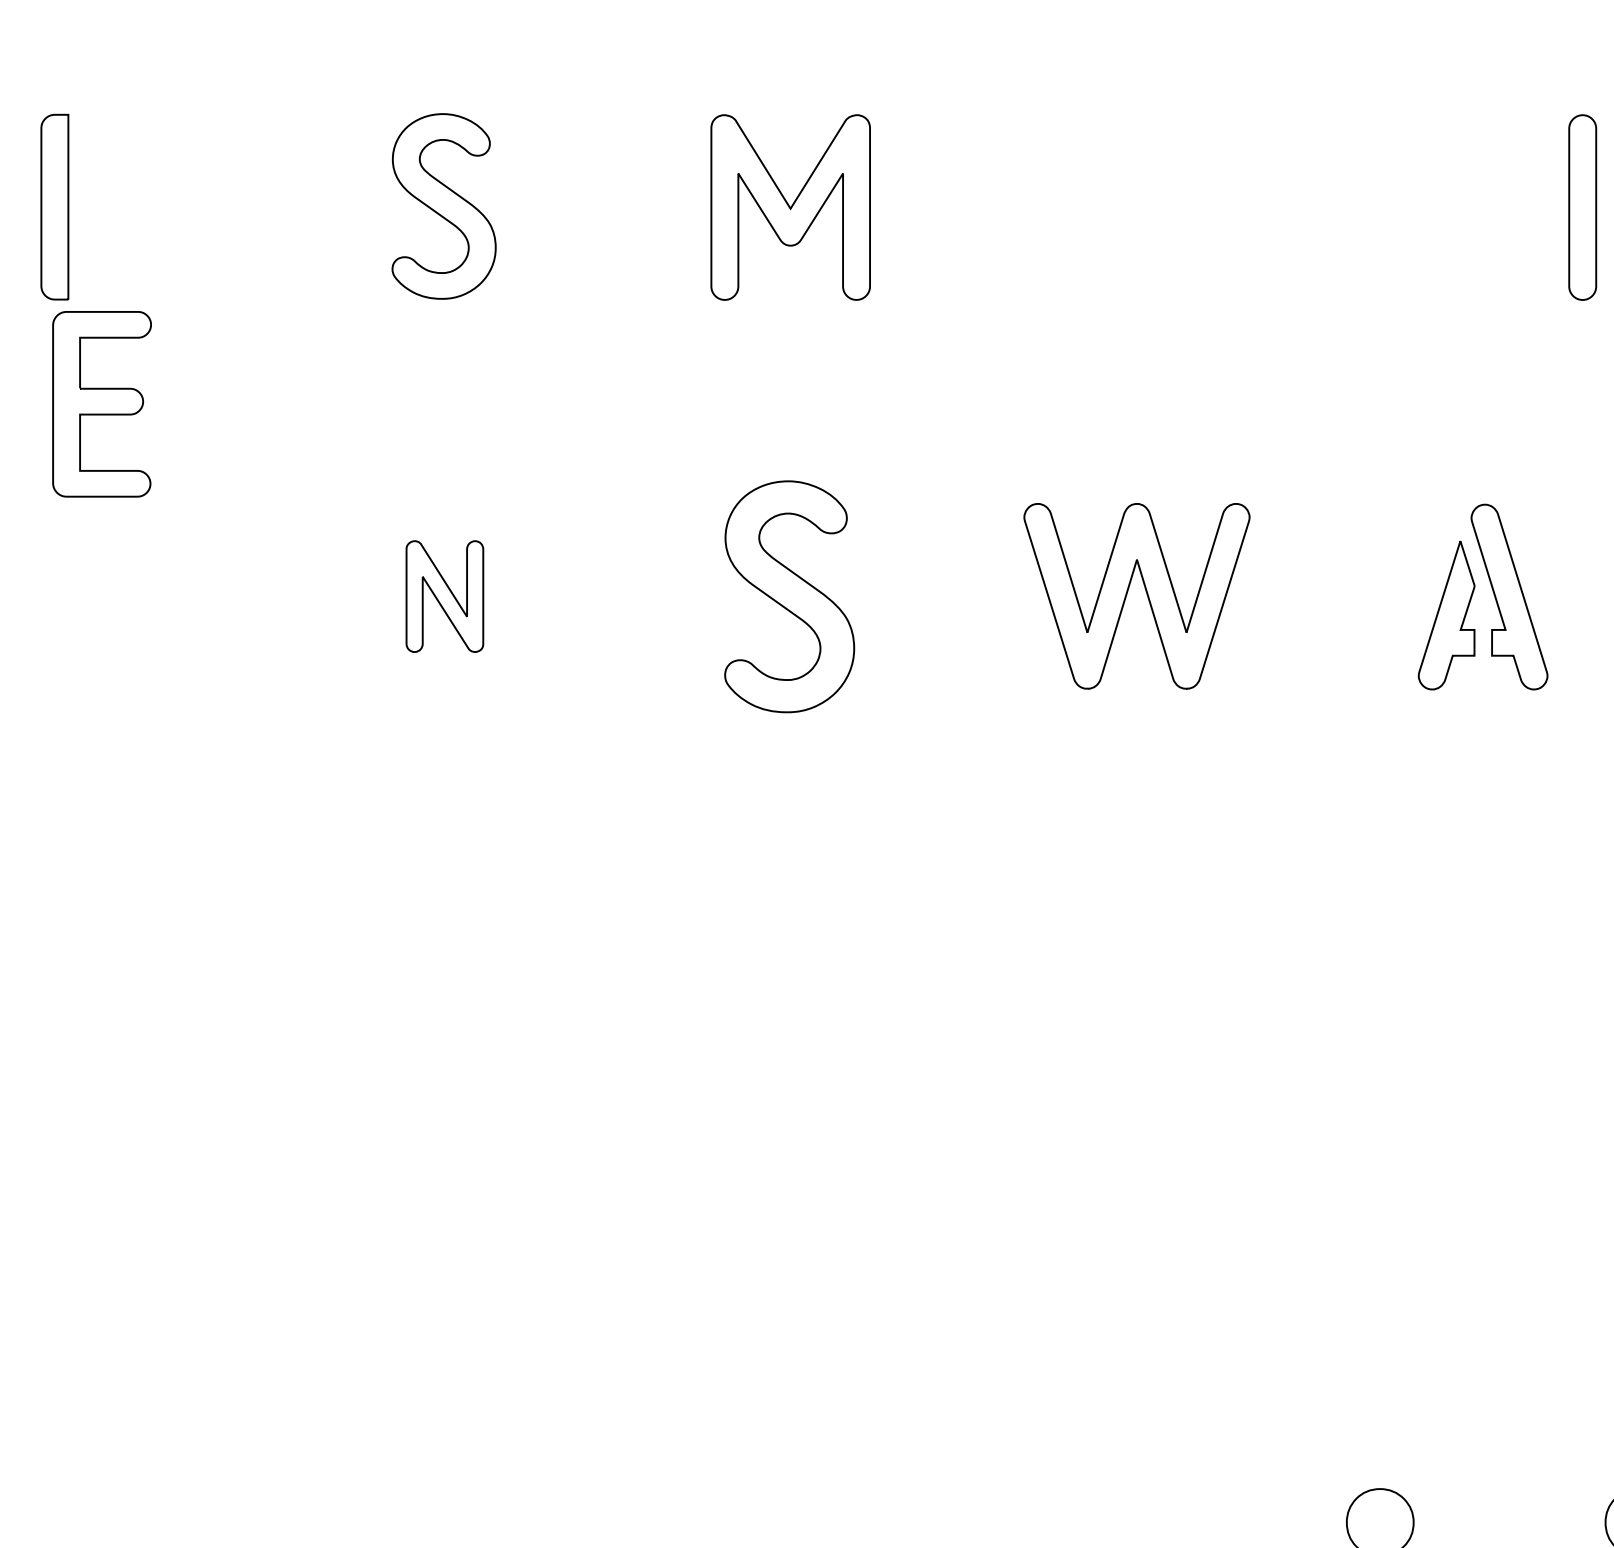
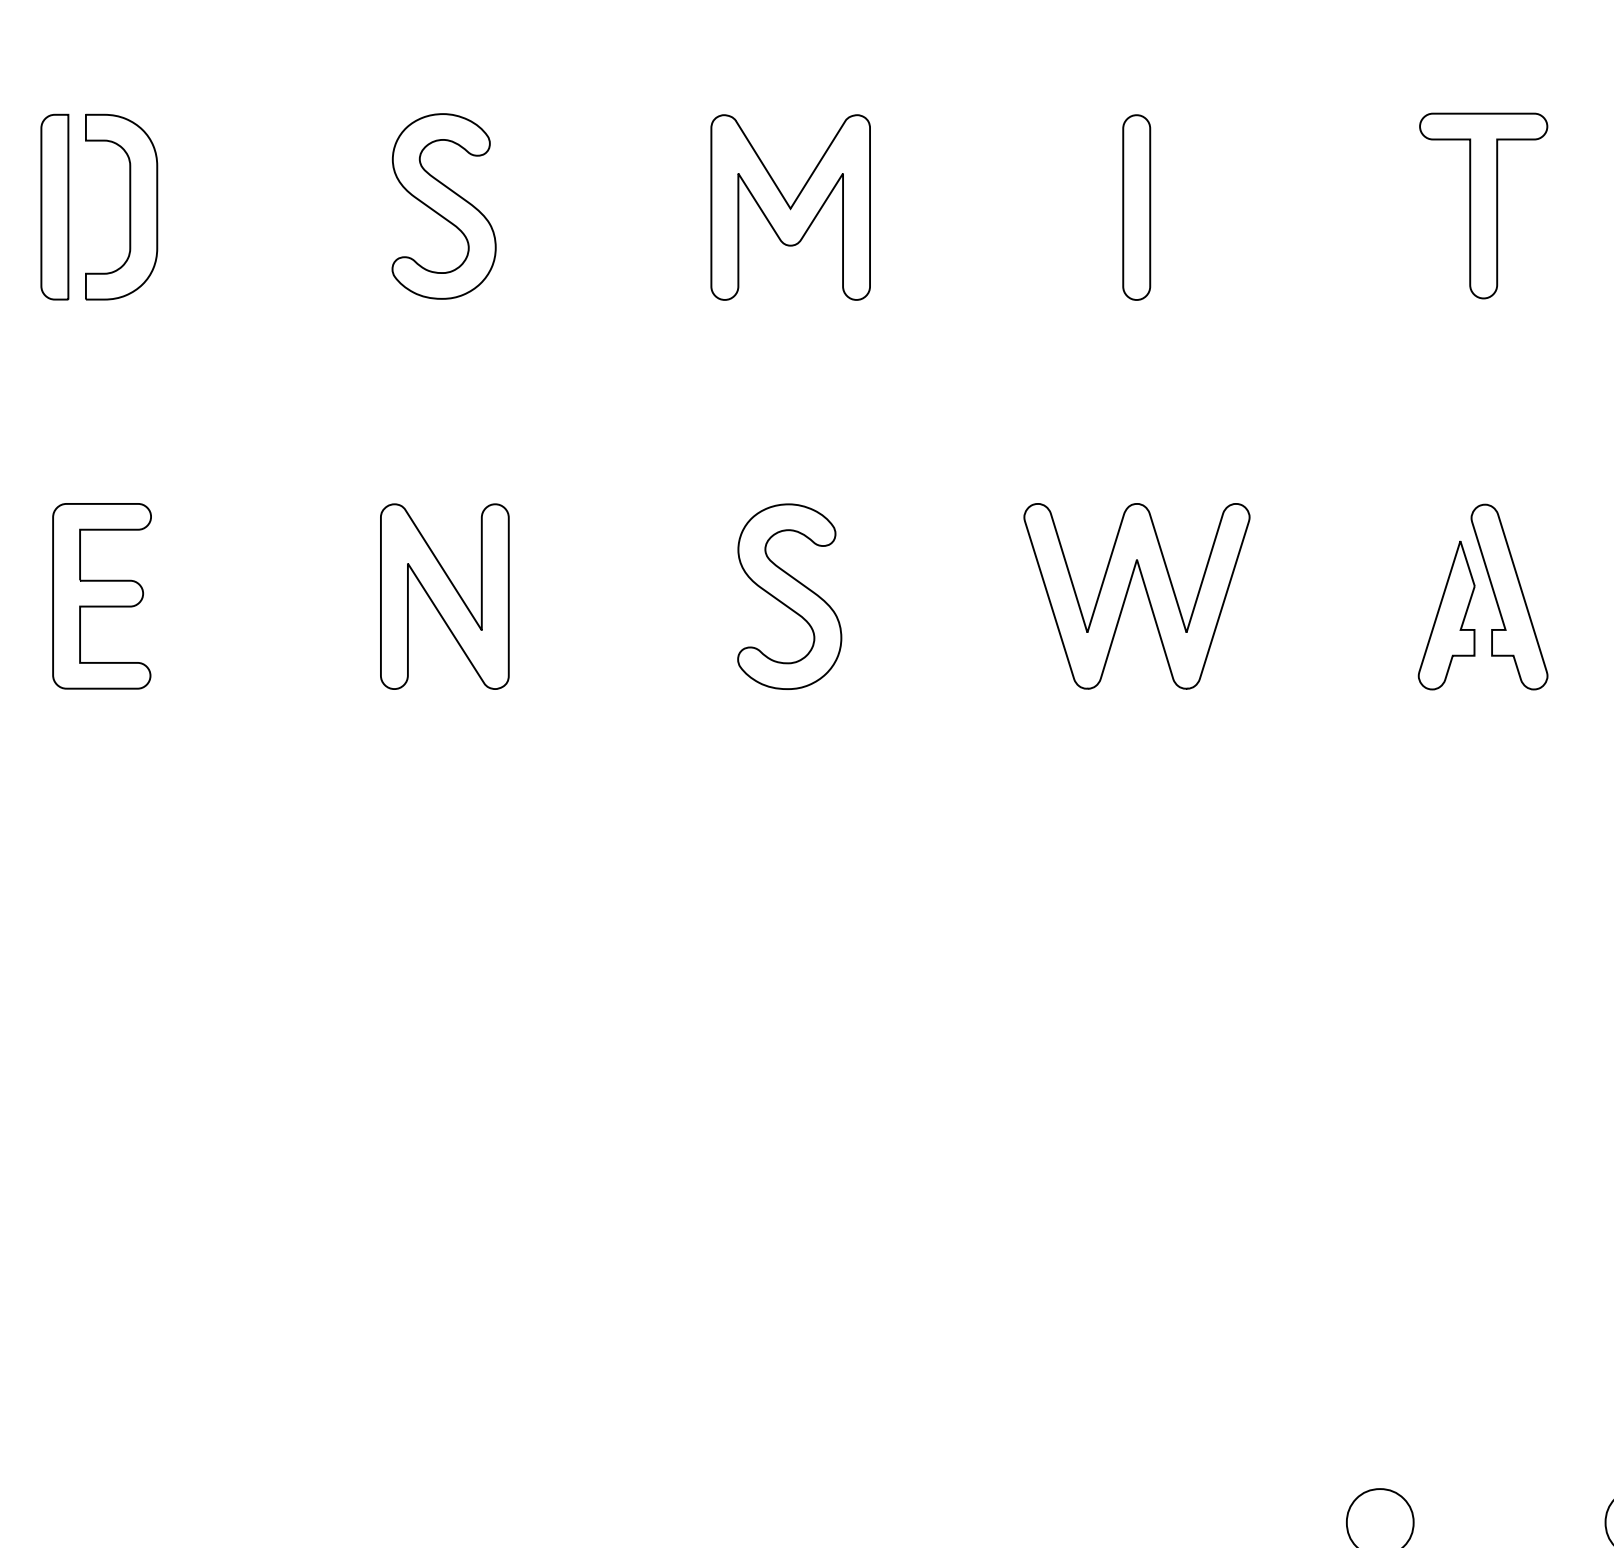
part at (1483, 205): none -> present
part at (129, 206): none -> present
part at (1582, 207) position: (1582, 207) -> (1136, 207)
part at (101, 404) position: (101, 404) -> (101, 596)
part at (444, 596) size: 80x113 px -> 130x187 px
part at (789, 596) size: 132x234 px -> 106x187 px
